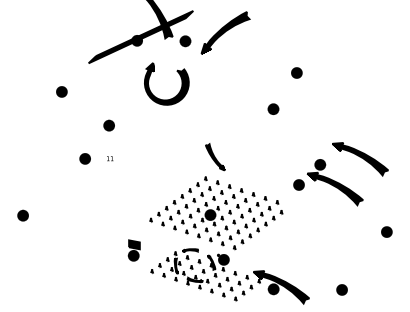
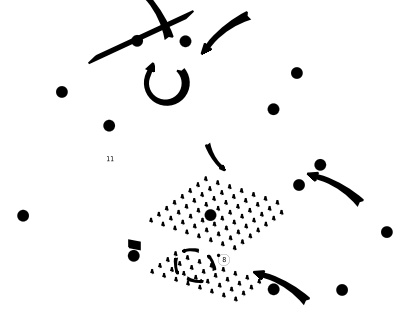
part at (84, 158): present -> none
part at (360, 159): present -> none
fill at (223, 259): present -> none
